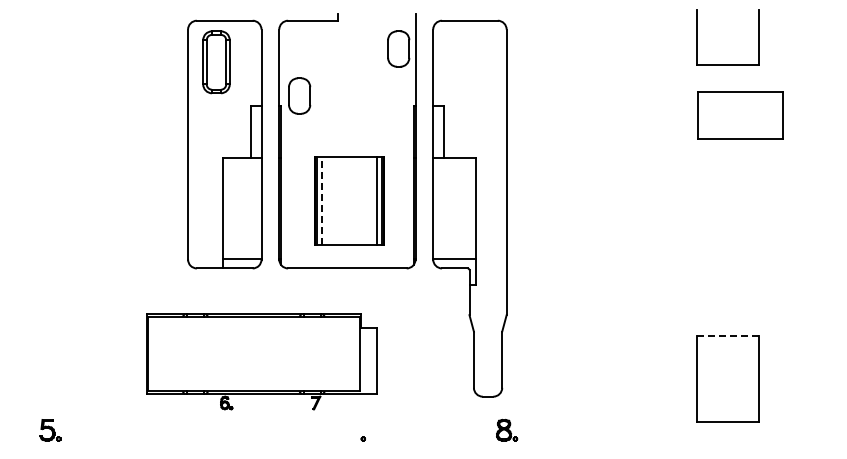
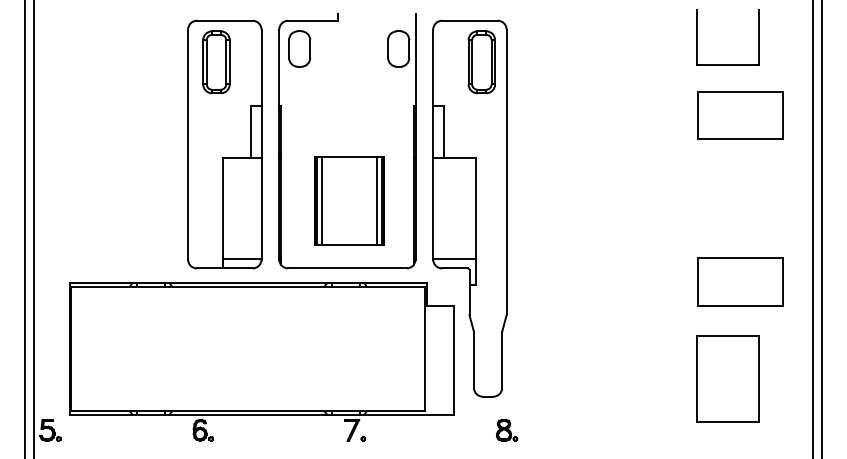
part at (481, 62): none -> present
part at (299, 95) position: (299, 95) -> (299, 48)
line at (321, 200): dashed -> solid
line at (25, 228): none -> present
line at (34, 228): none -> present
line at (812, 228): none -> present
line at (821, 228): none -> present
part at (740, 281): none -> present
line at (727, 335): dashed -> solid
part at (261, 361) size: 232x98 px -> 386x160 px
